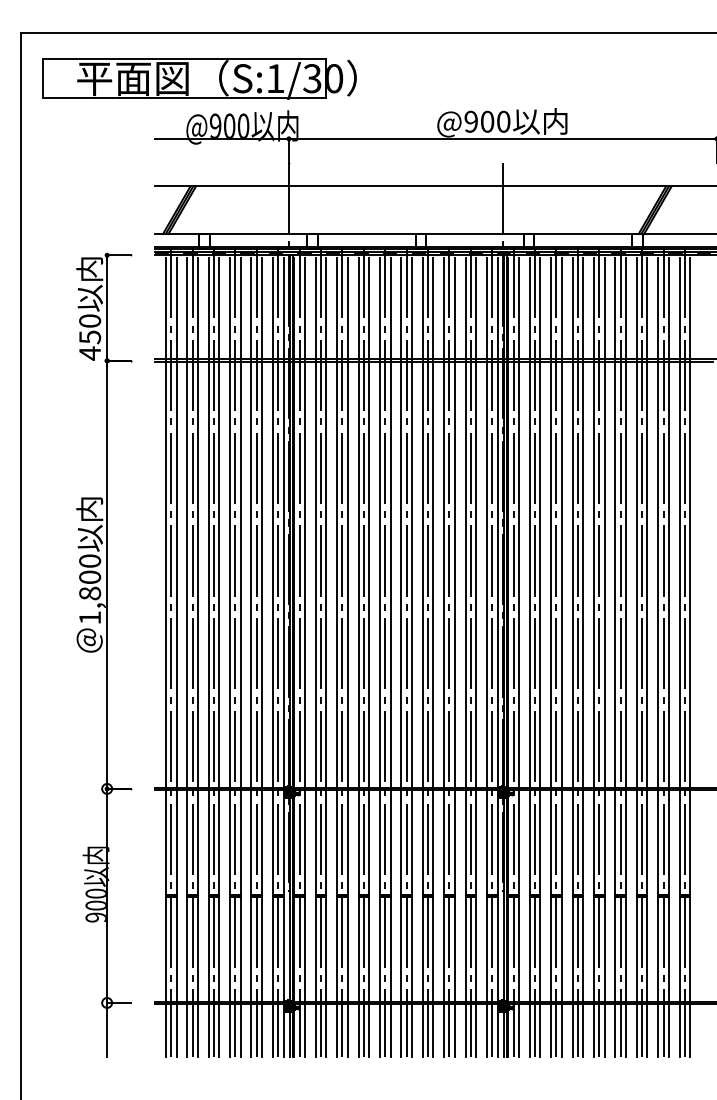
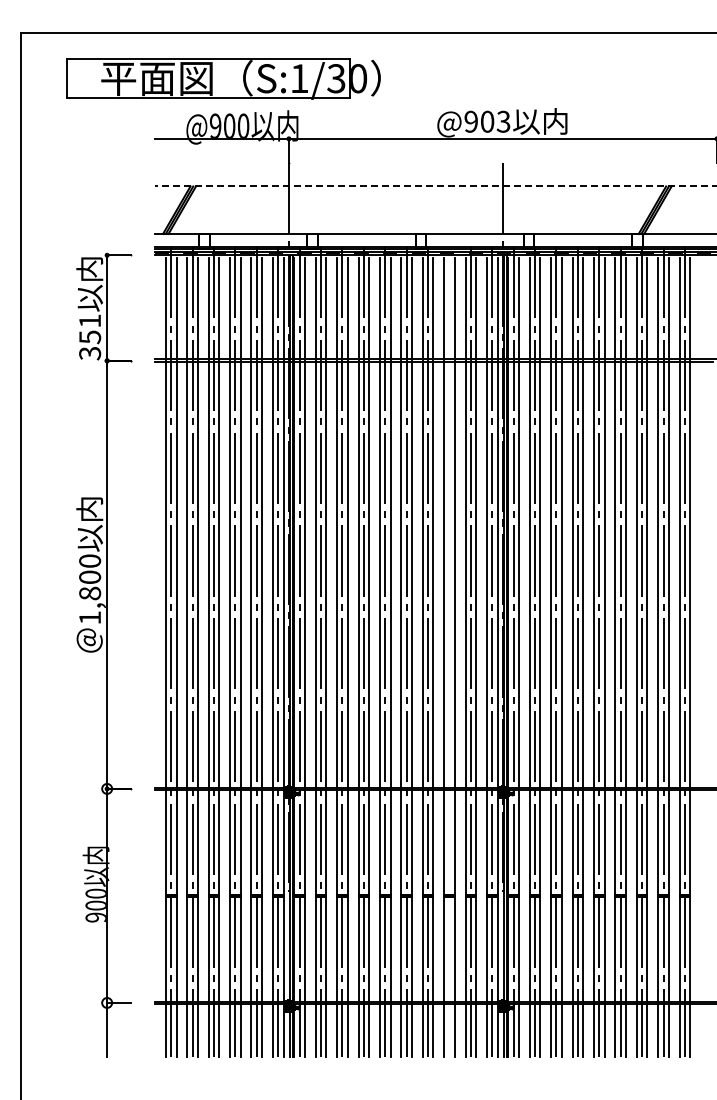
part at (199, 78) position: (199, 78) -> (223, 78)
text at (503, 121): @900 -> @903
line at (435, 186): solid -> dashed
text at (90, 337): 450 -> 351
line at (449, 652): present -> none
